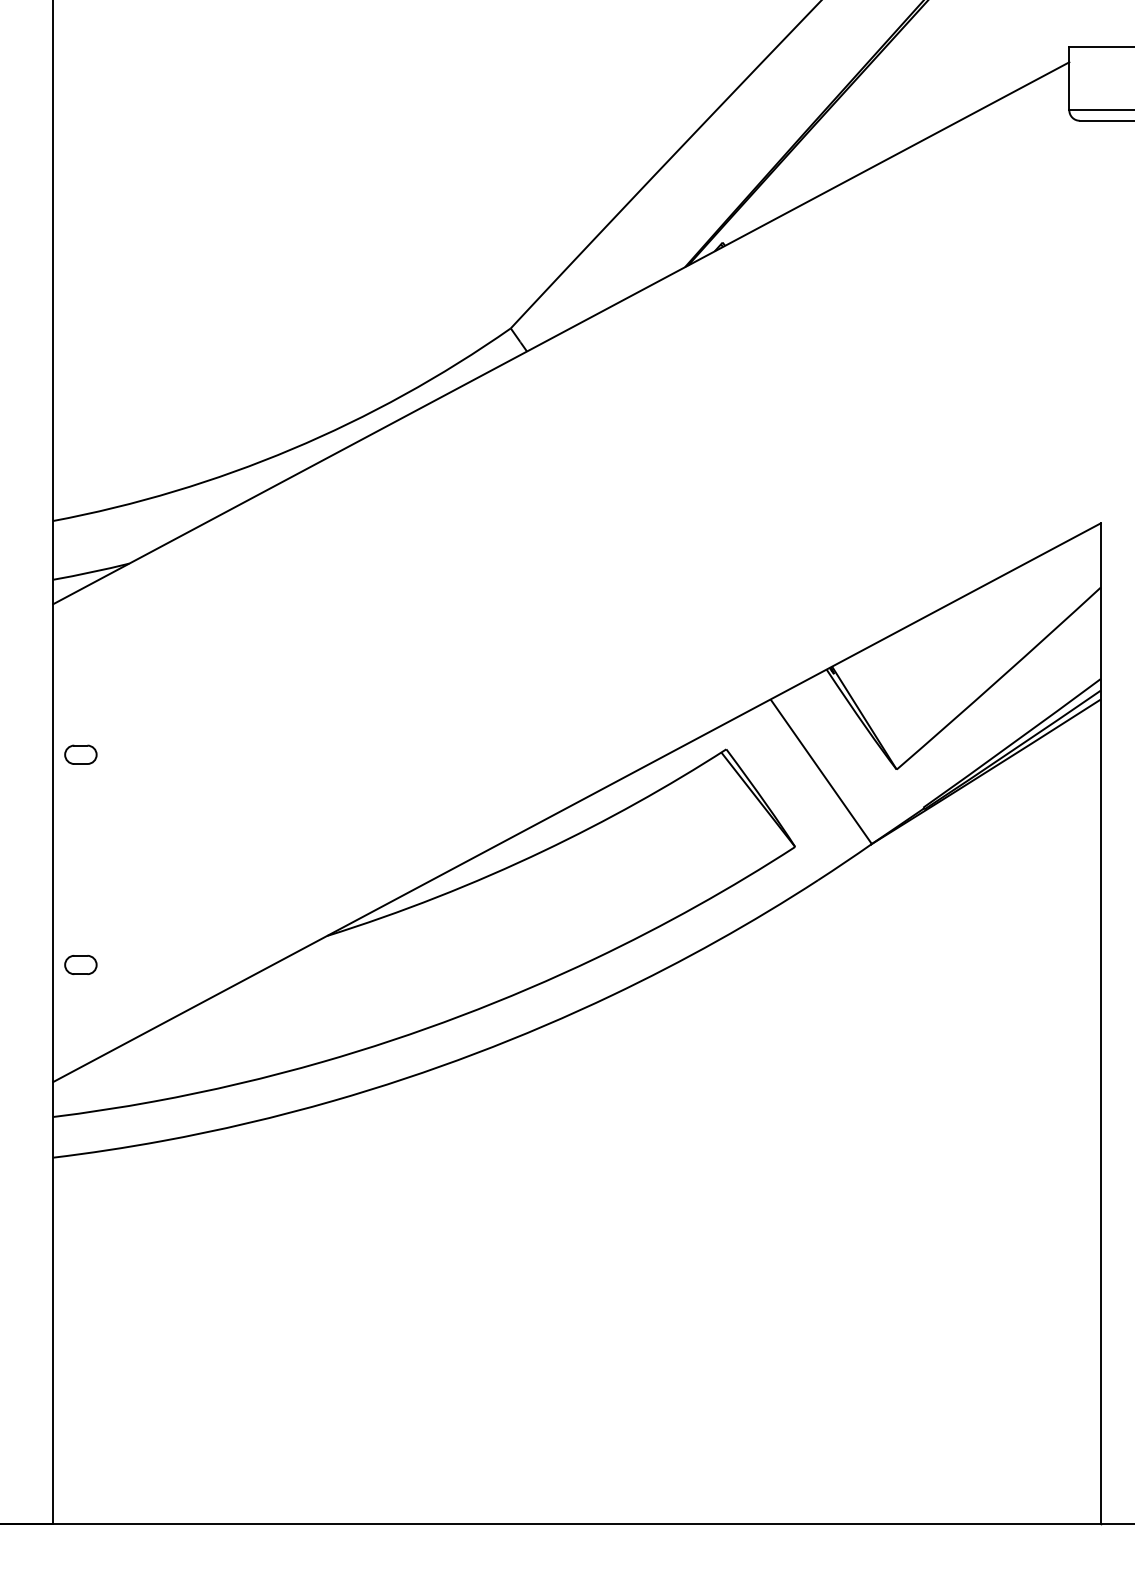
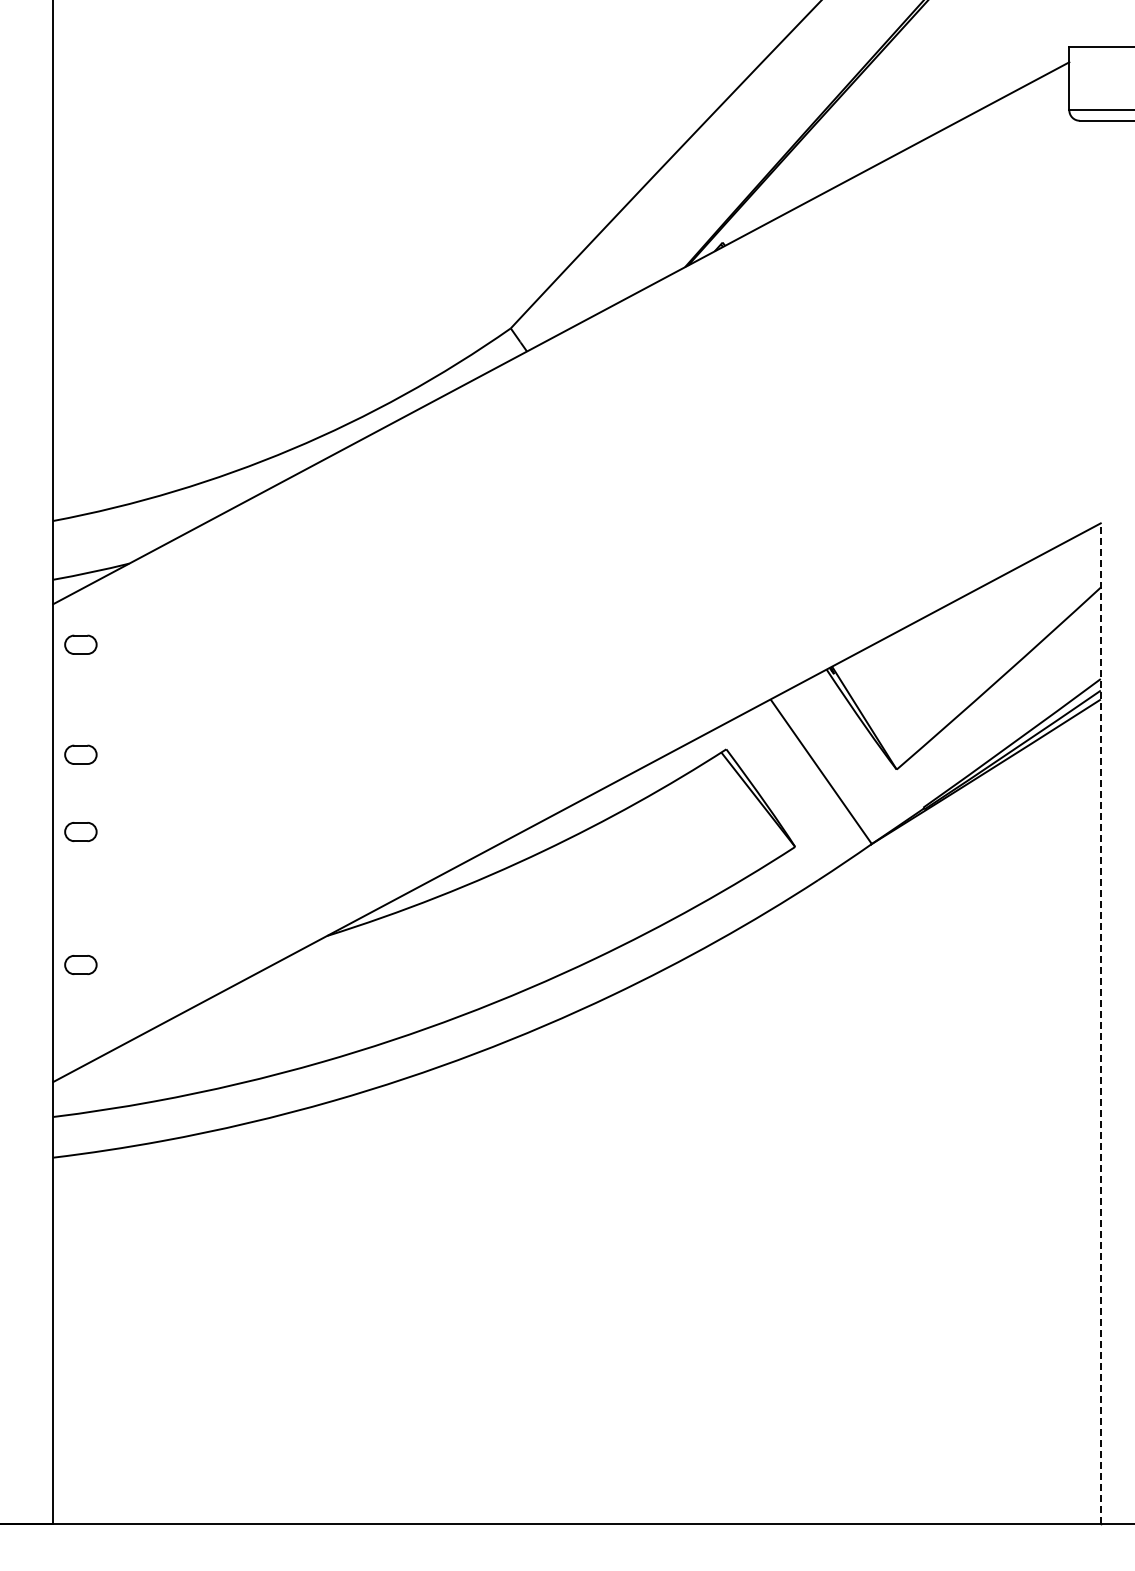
part at (80, 644): none -> present
part at (80, 831): none -> present
line at (1100, 1023): solid -> dashed
